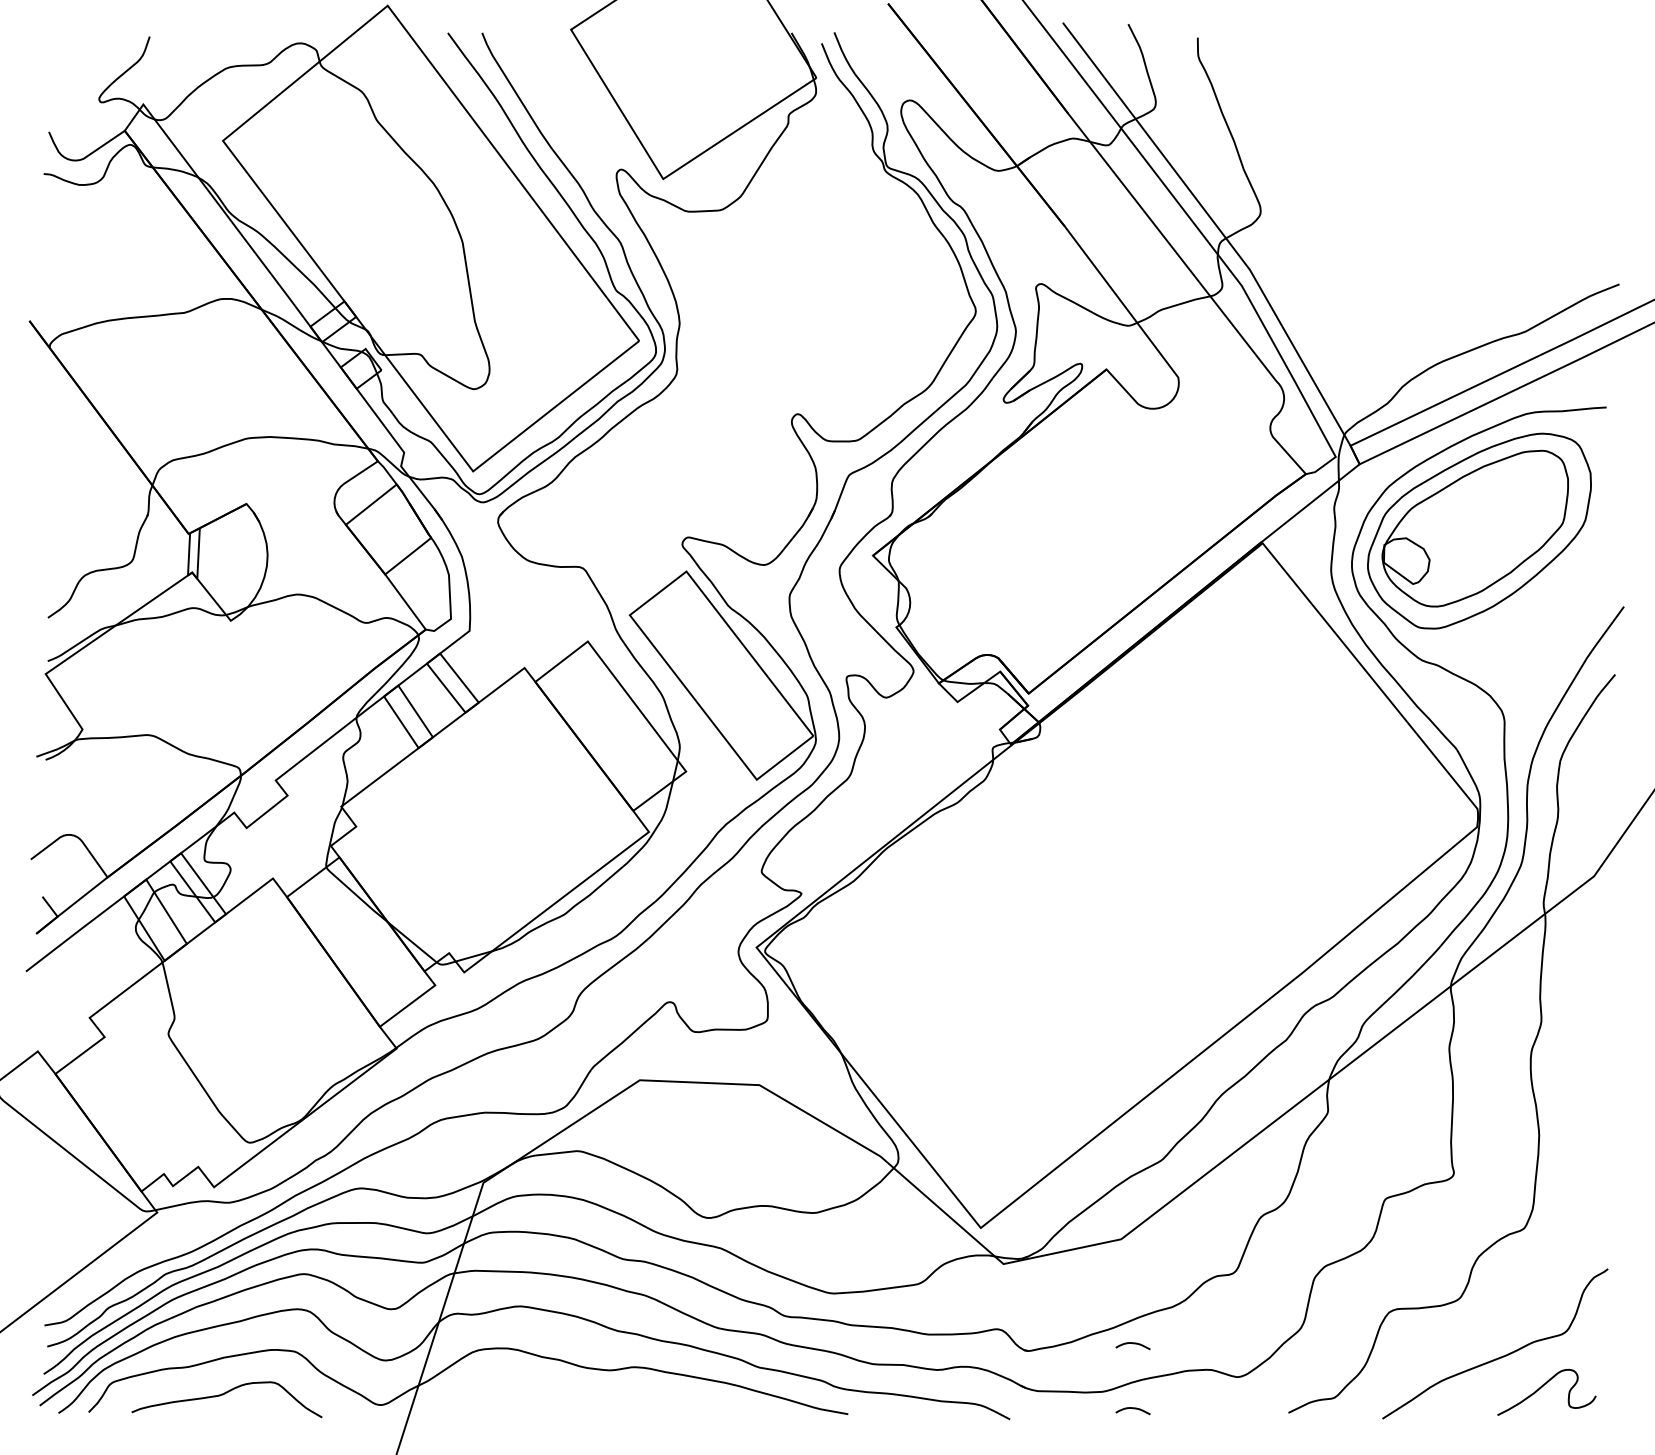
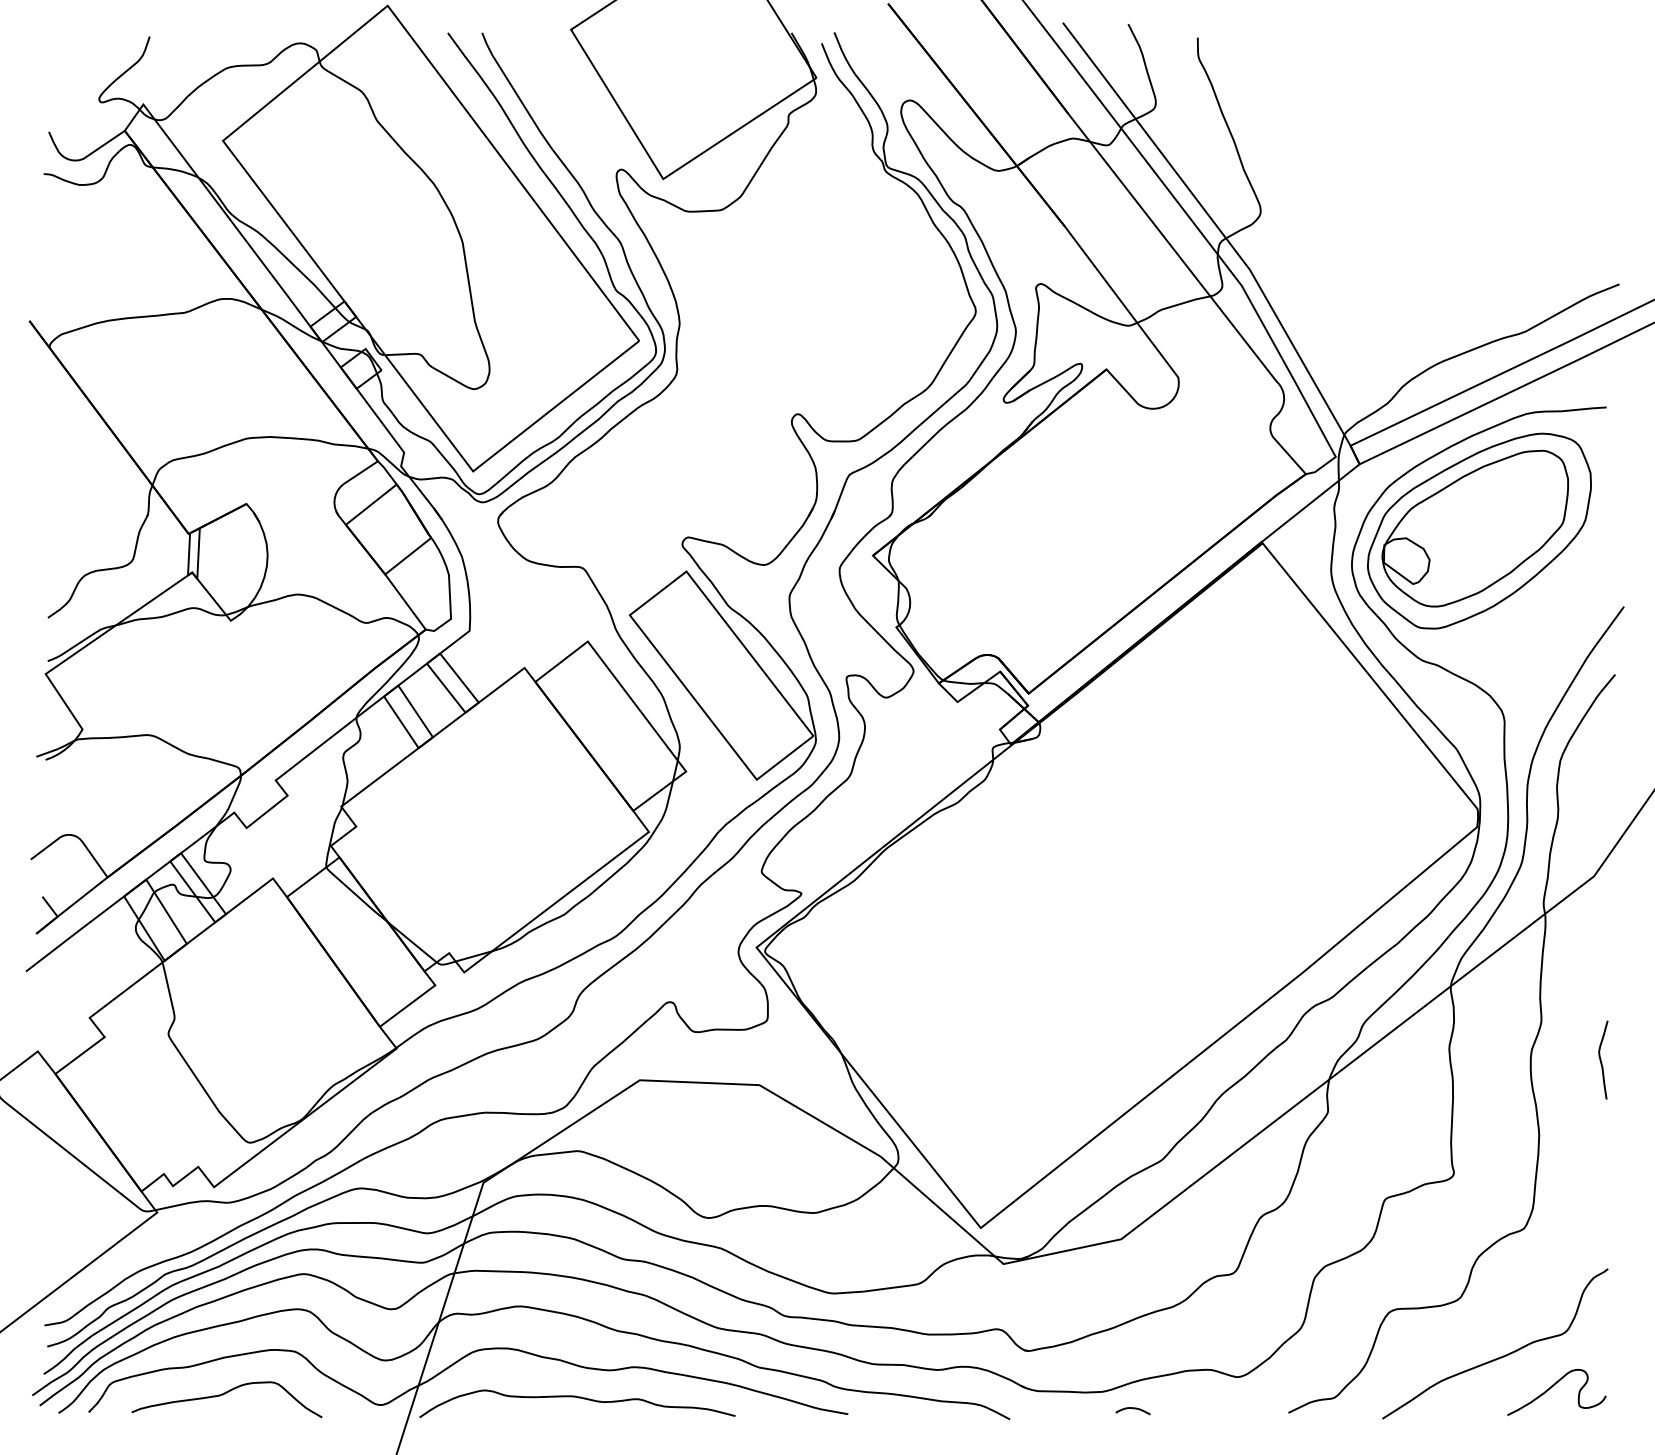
curve at (1601, 1059): none -> present
curve at (1133, 1344): present -> none
curve at (1542, 1387) position: (1542, 1387) -> (1552, 1387)
curve at (578, 1398): none -> present
